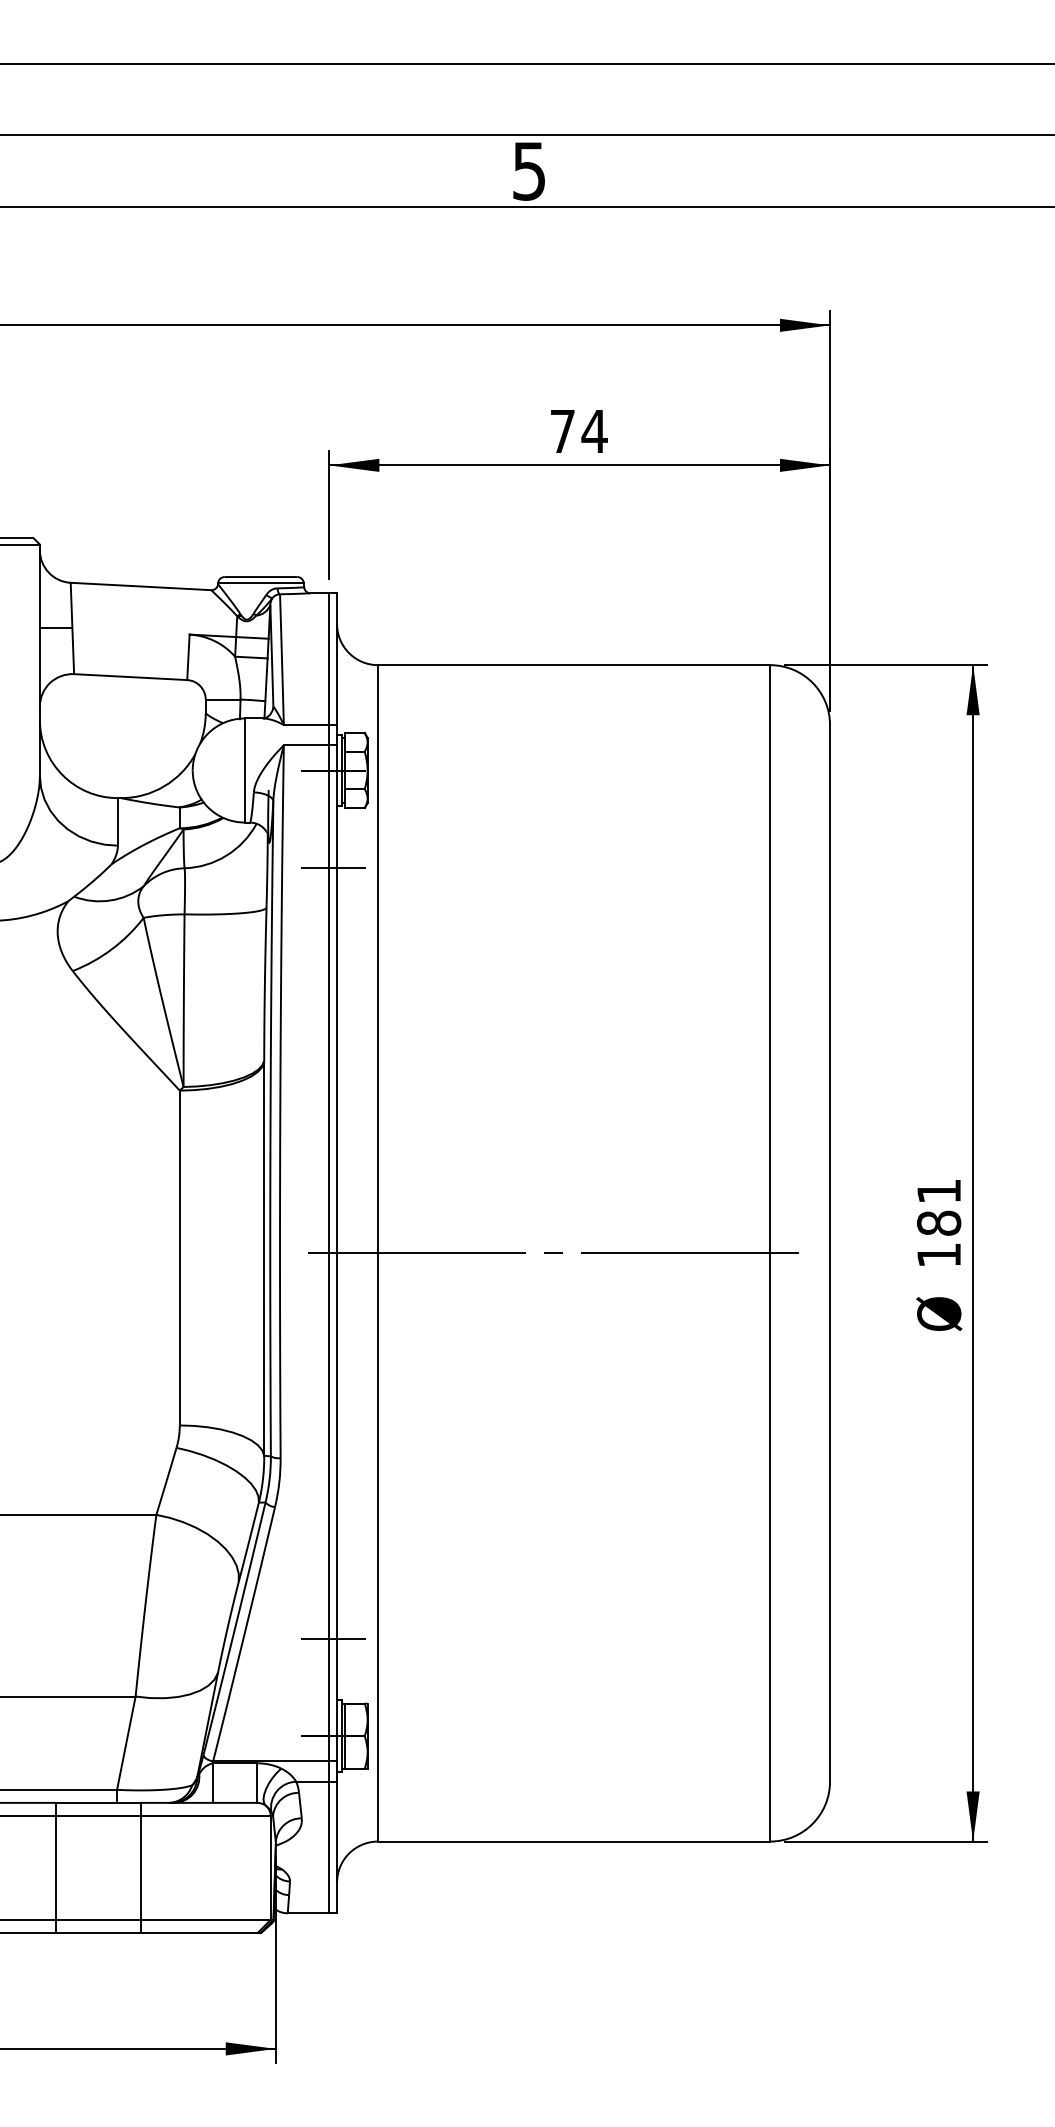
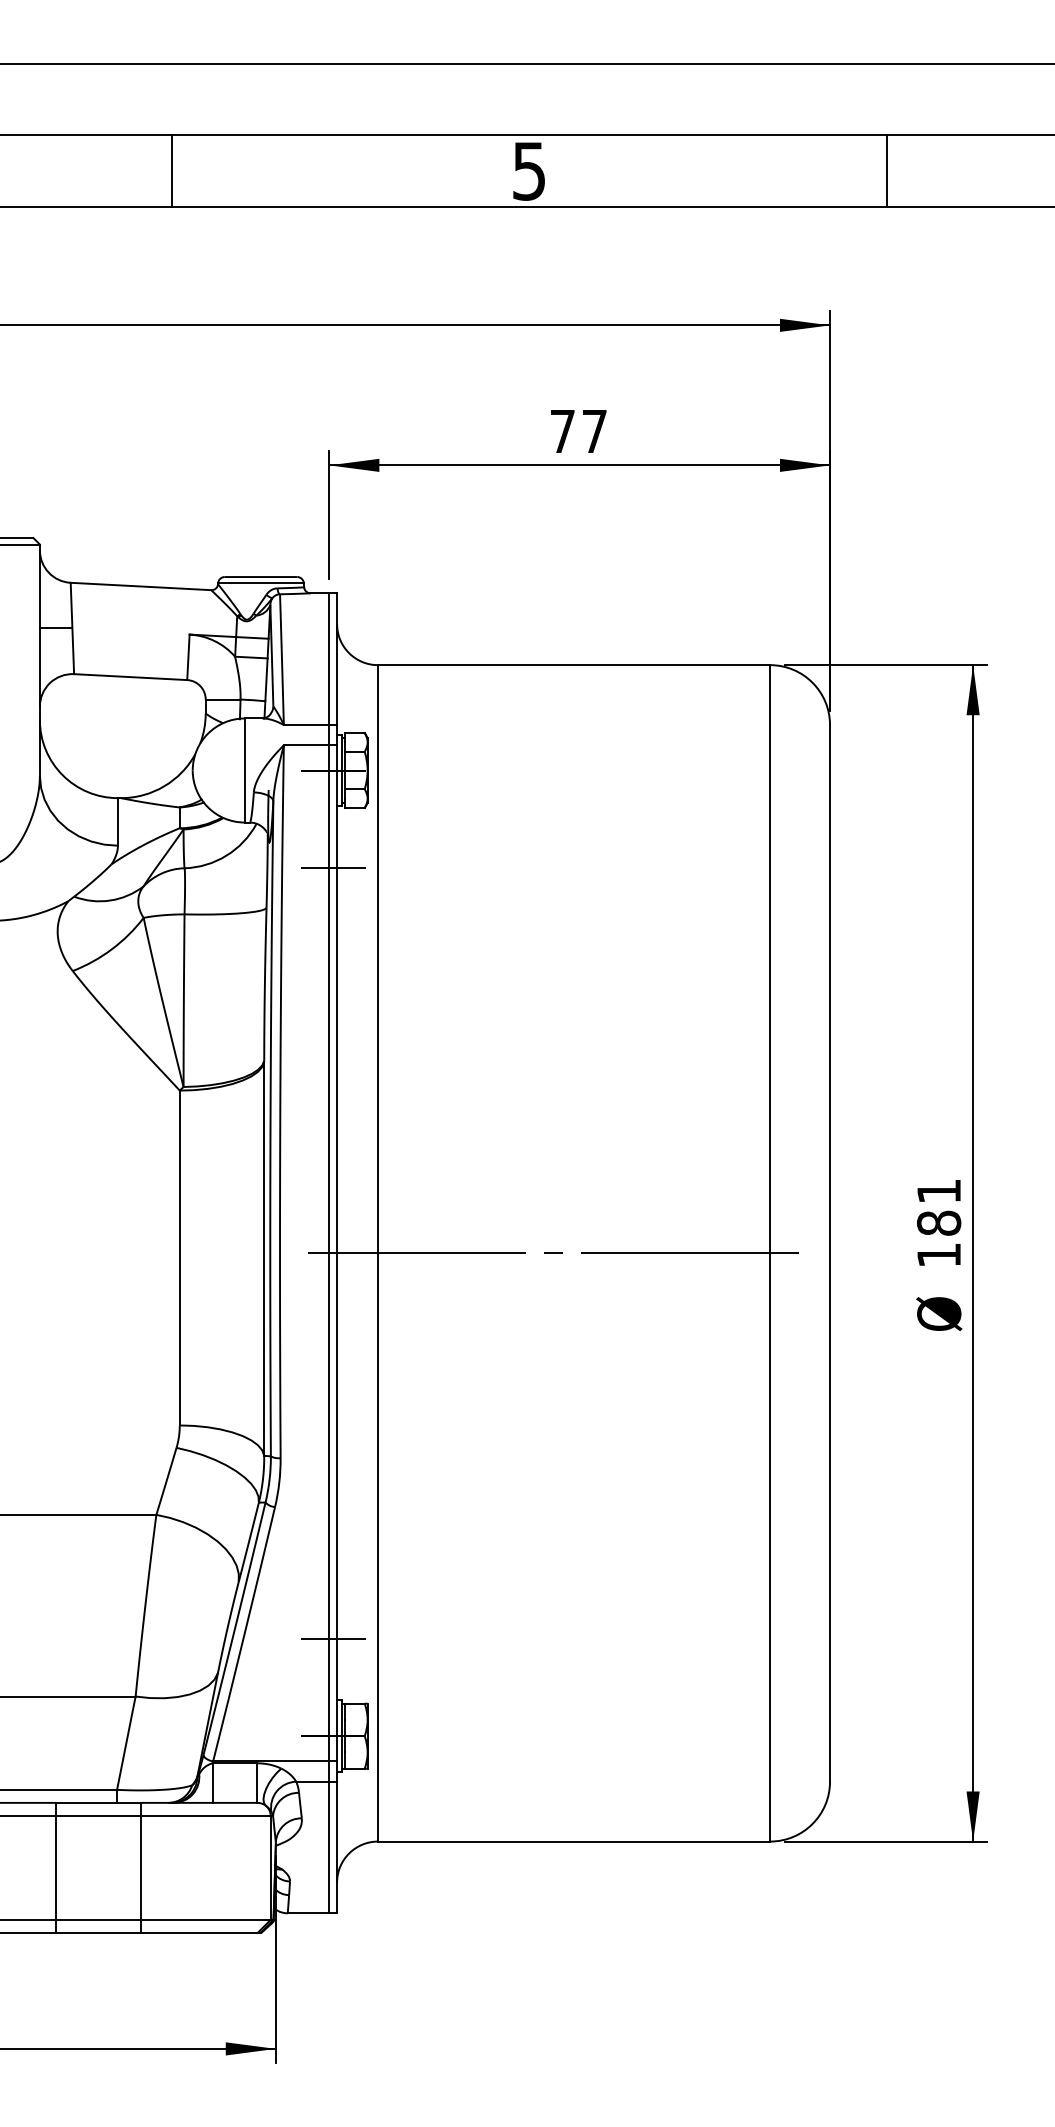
line at (172, 170): none -> present
line at (887, 170): none -> present
text at (594, 431): 74 -> 77
